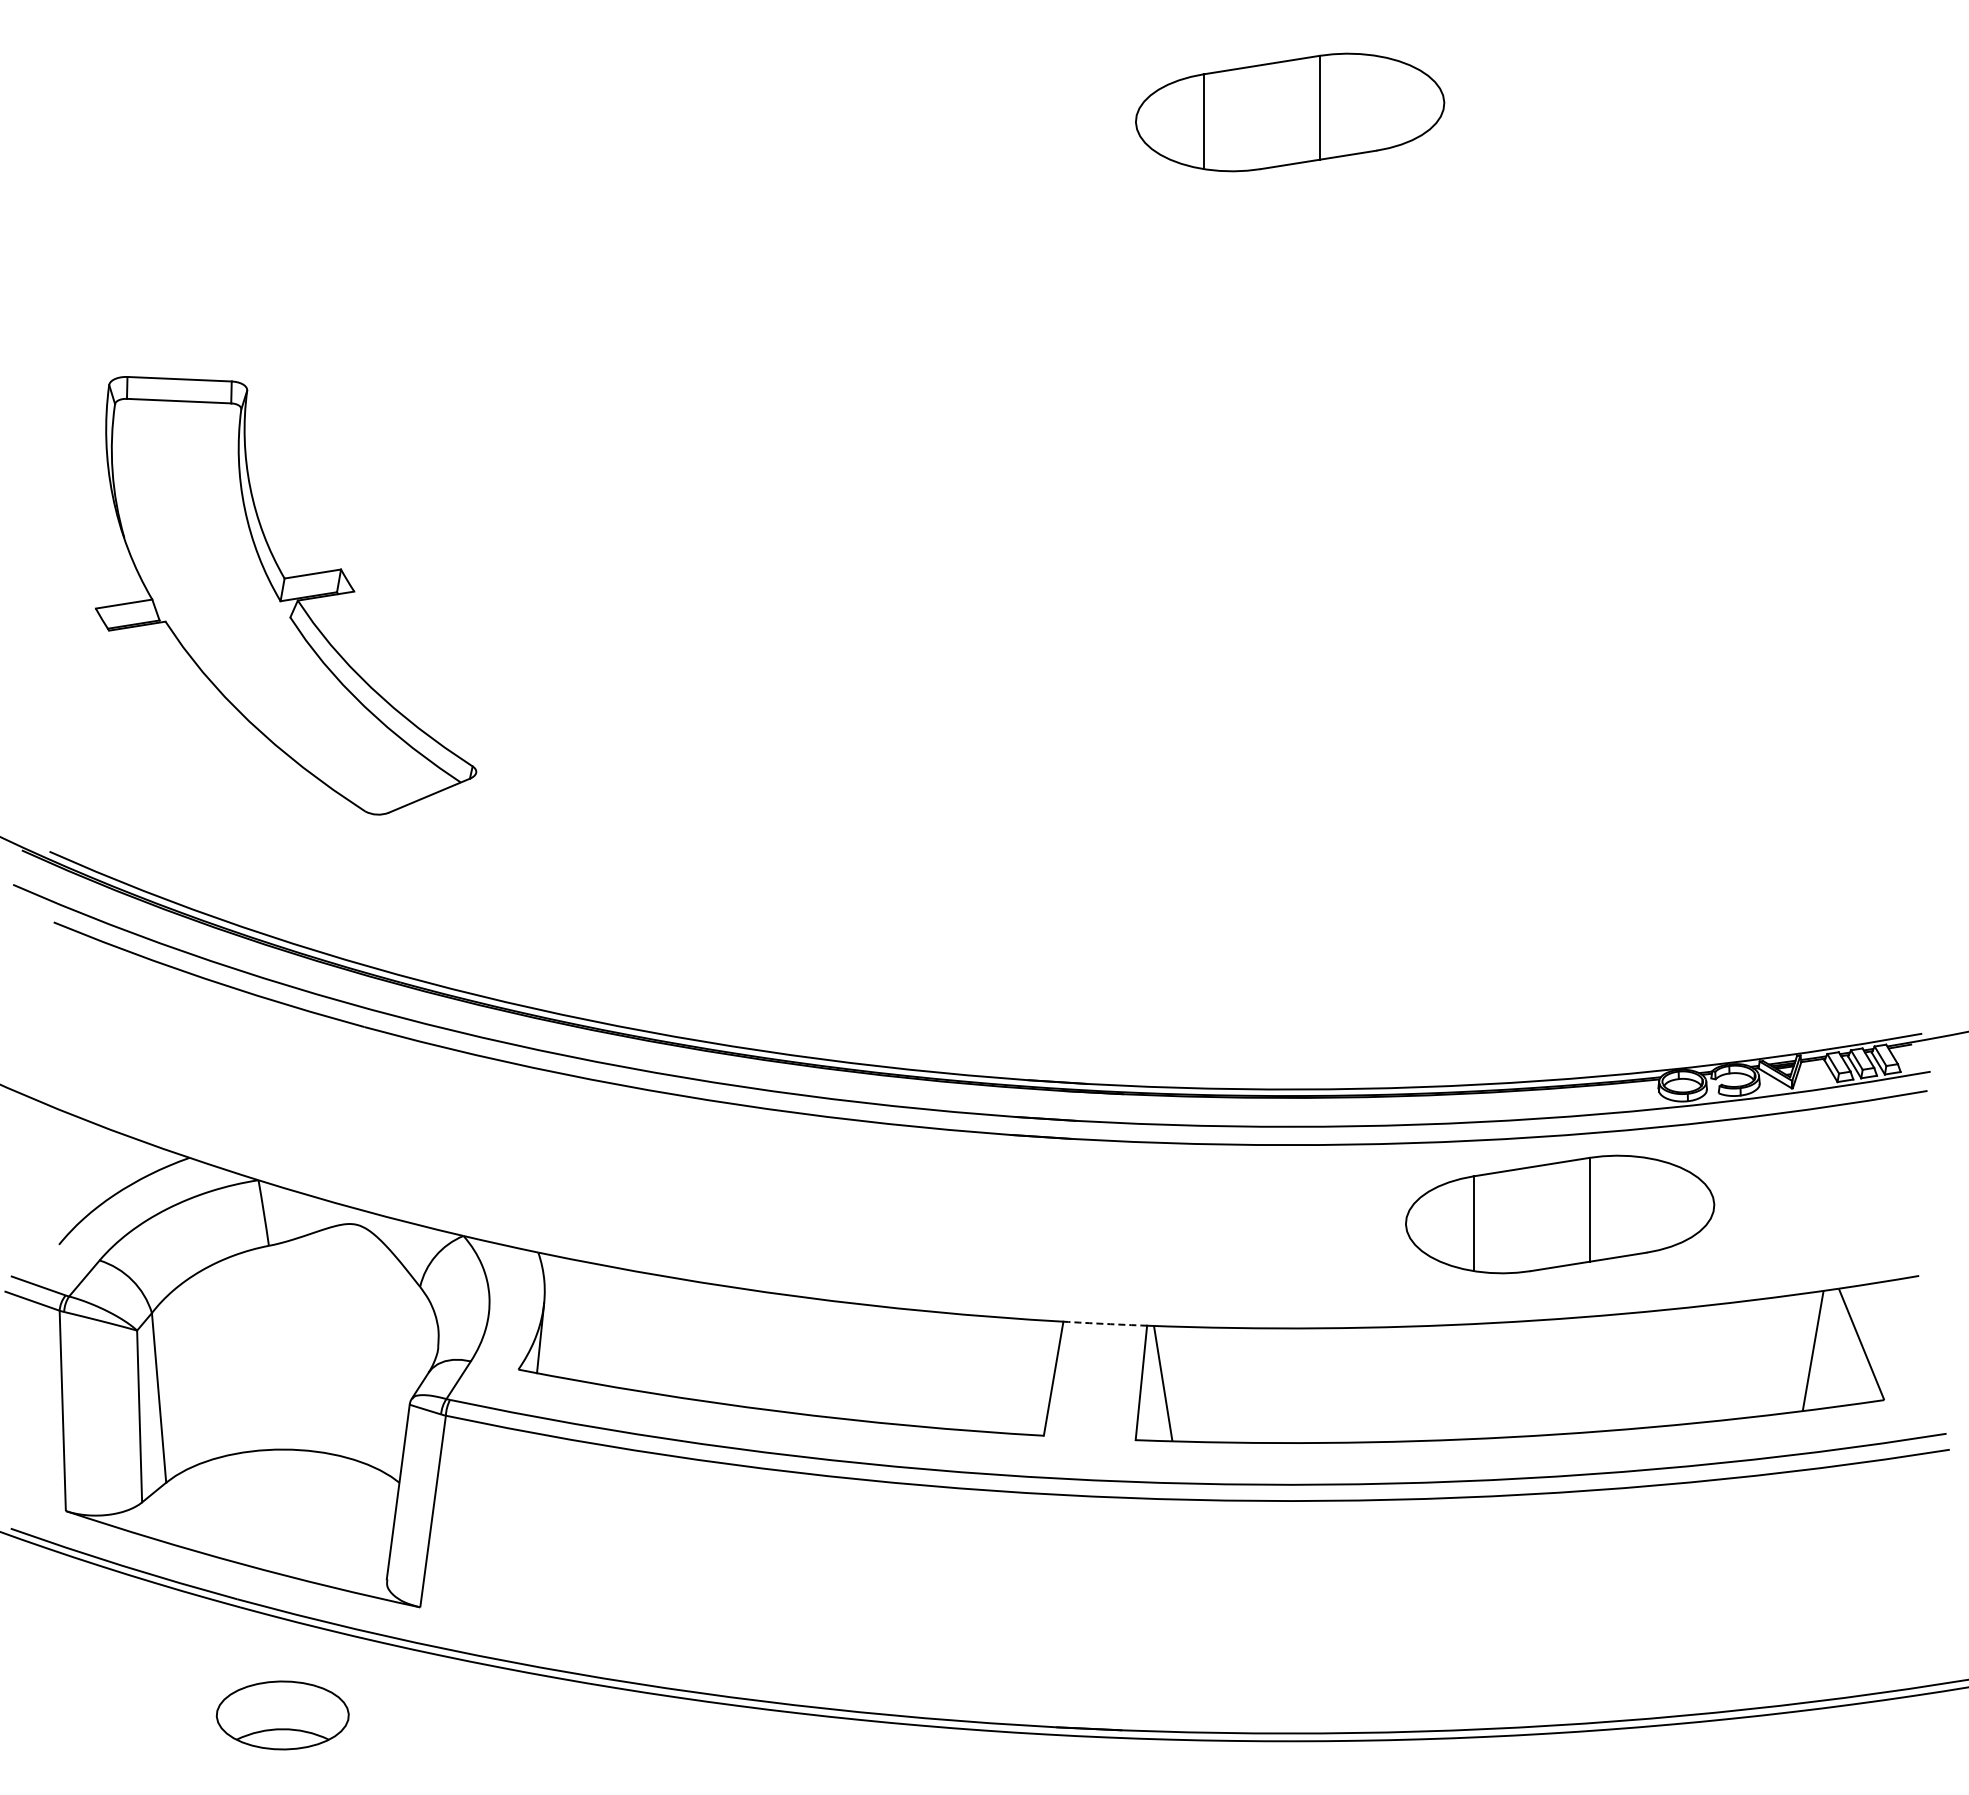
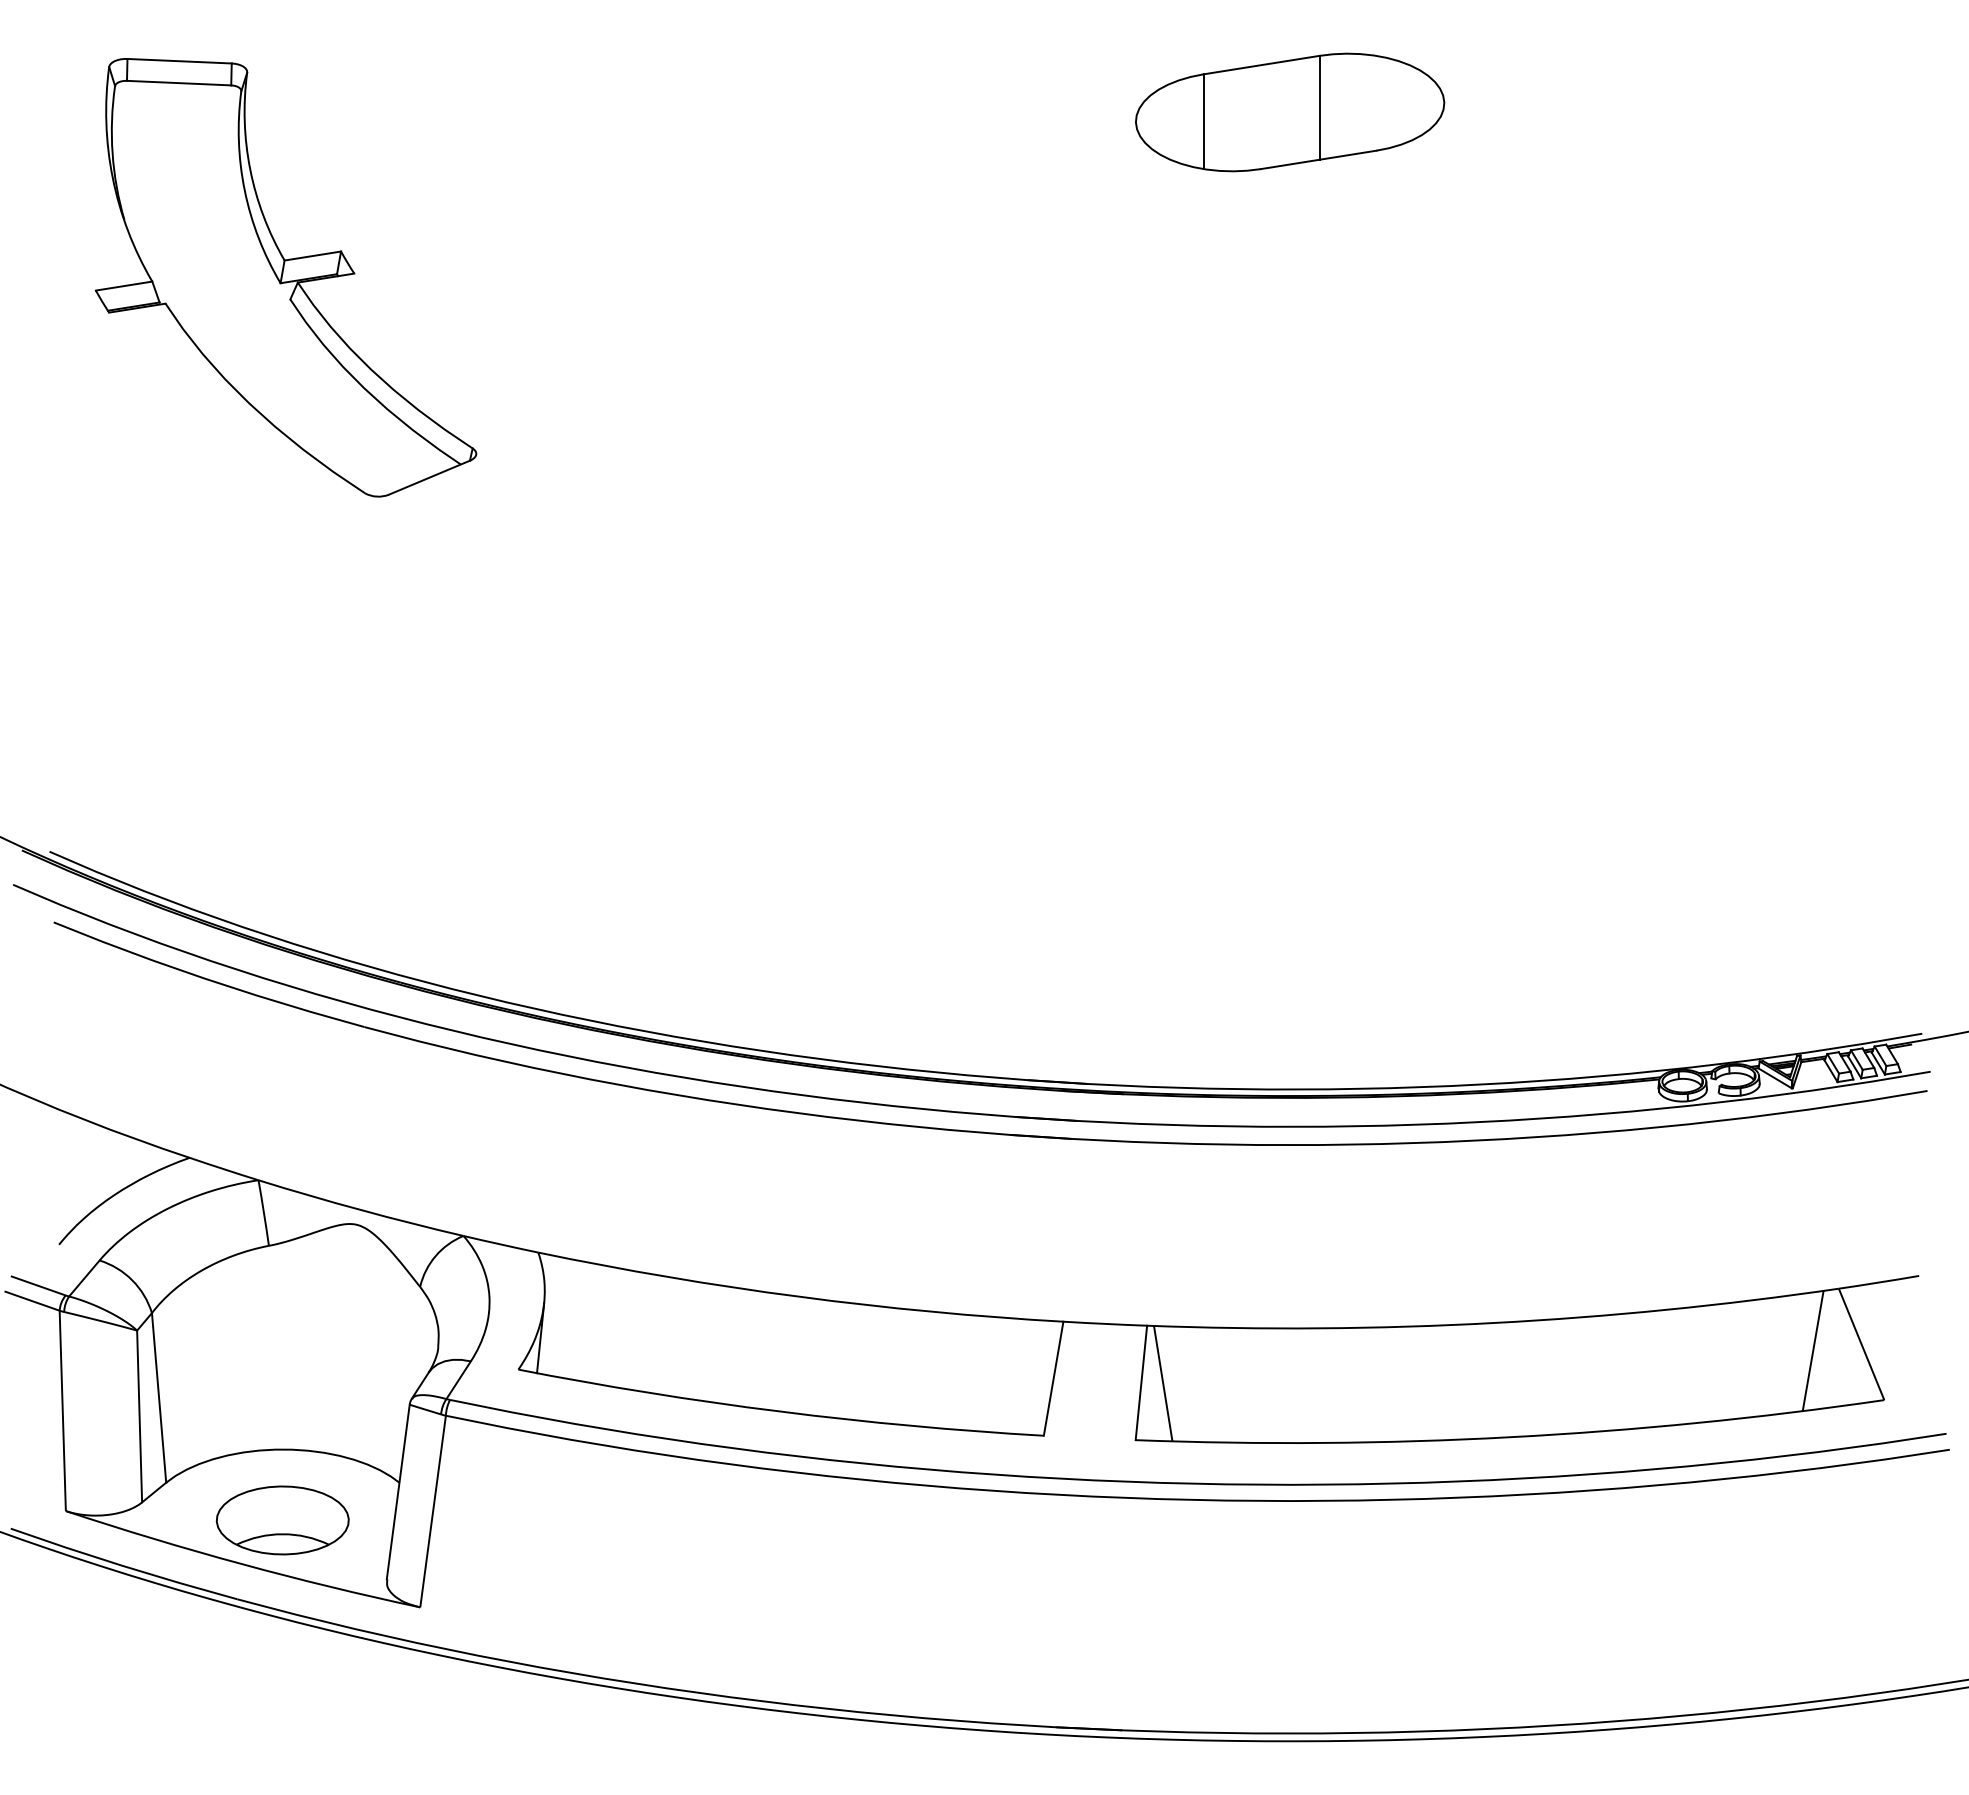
part at (286, 595) position: (286, 595) -> (286, 277)
part at (1560, 1214): present -> none
arc at (1105, 1323): dashed -> solid
part at (282, 1715) position: (282, 1715) -> (282, 1520)
